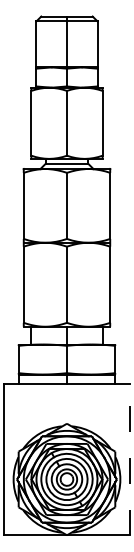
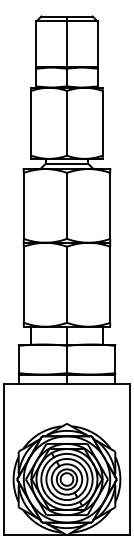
line at (130, 459): dashed -> solid
